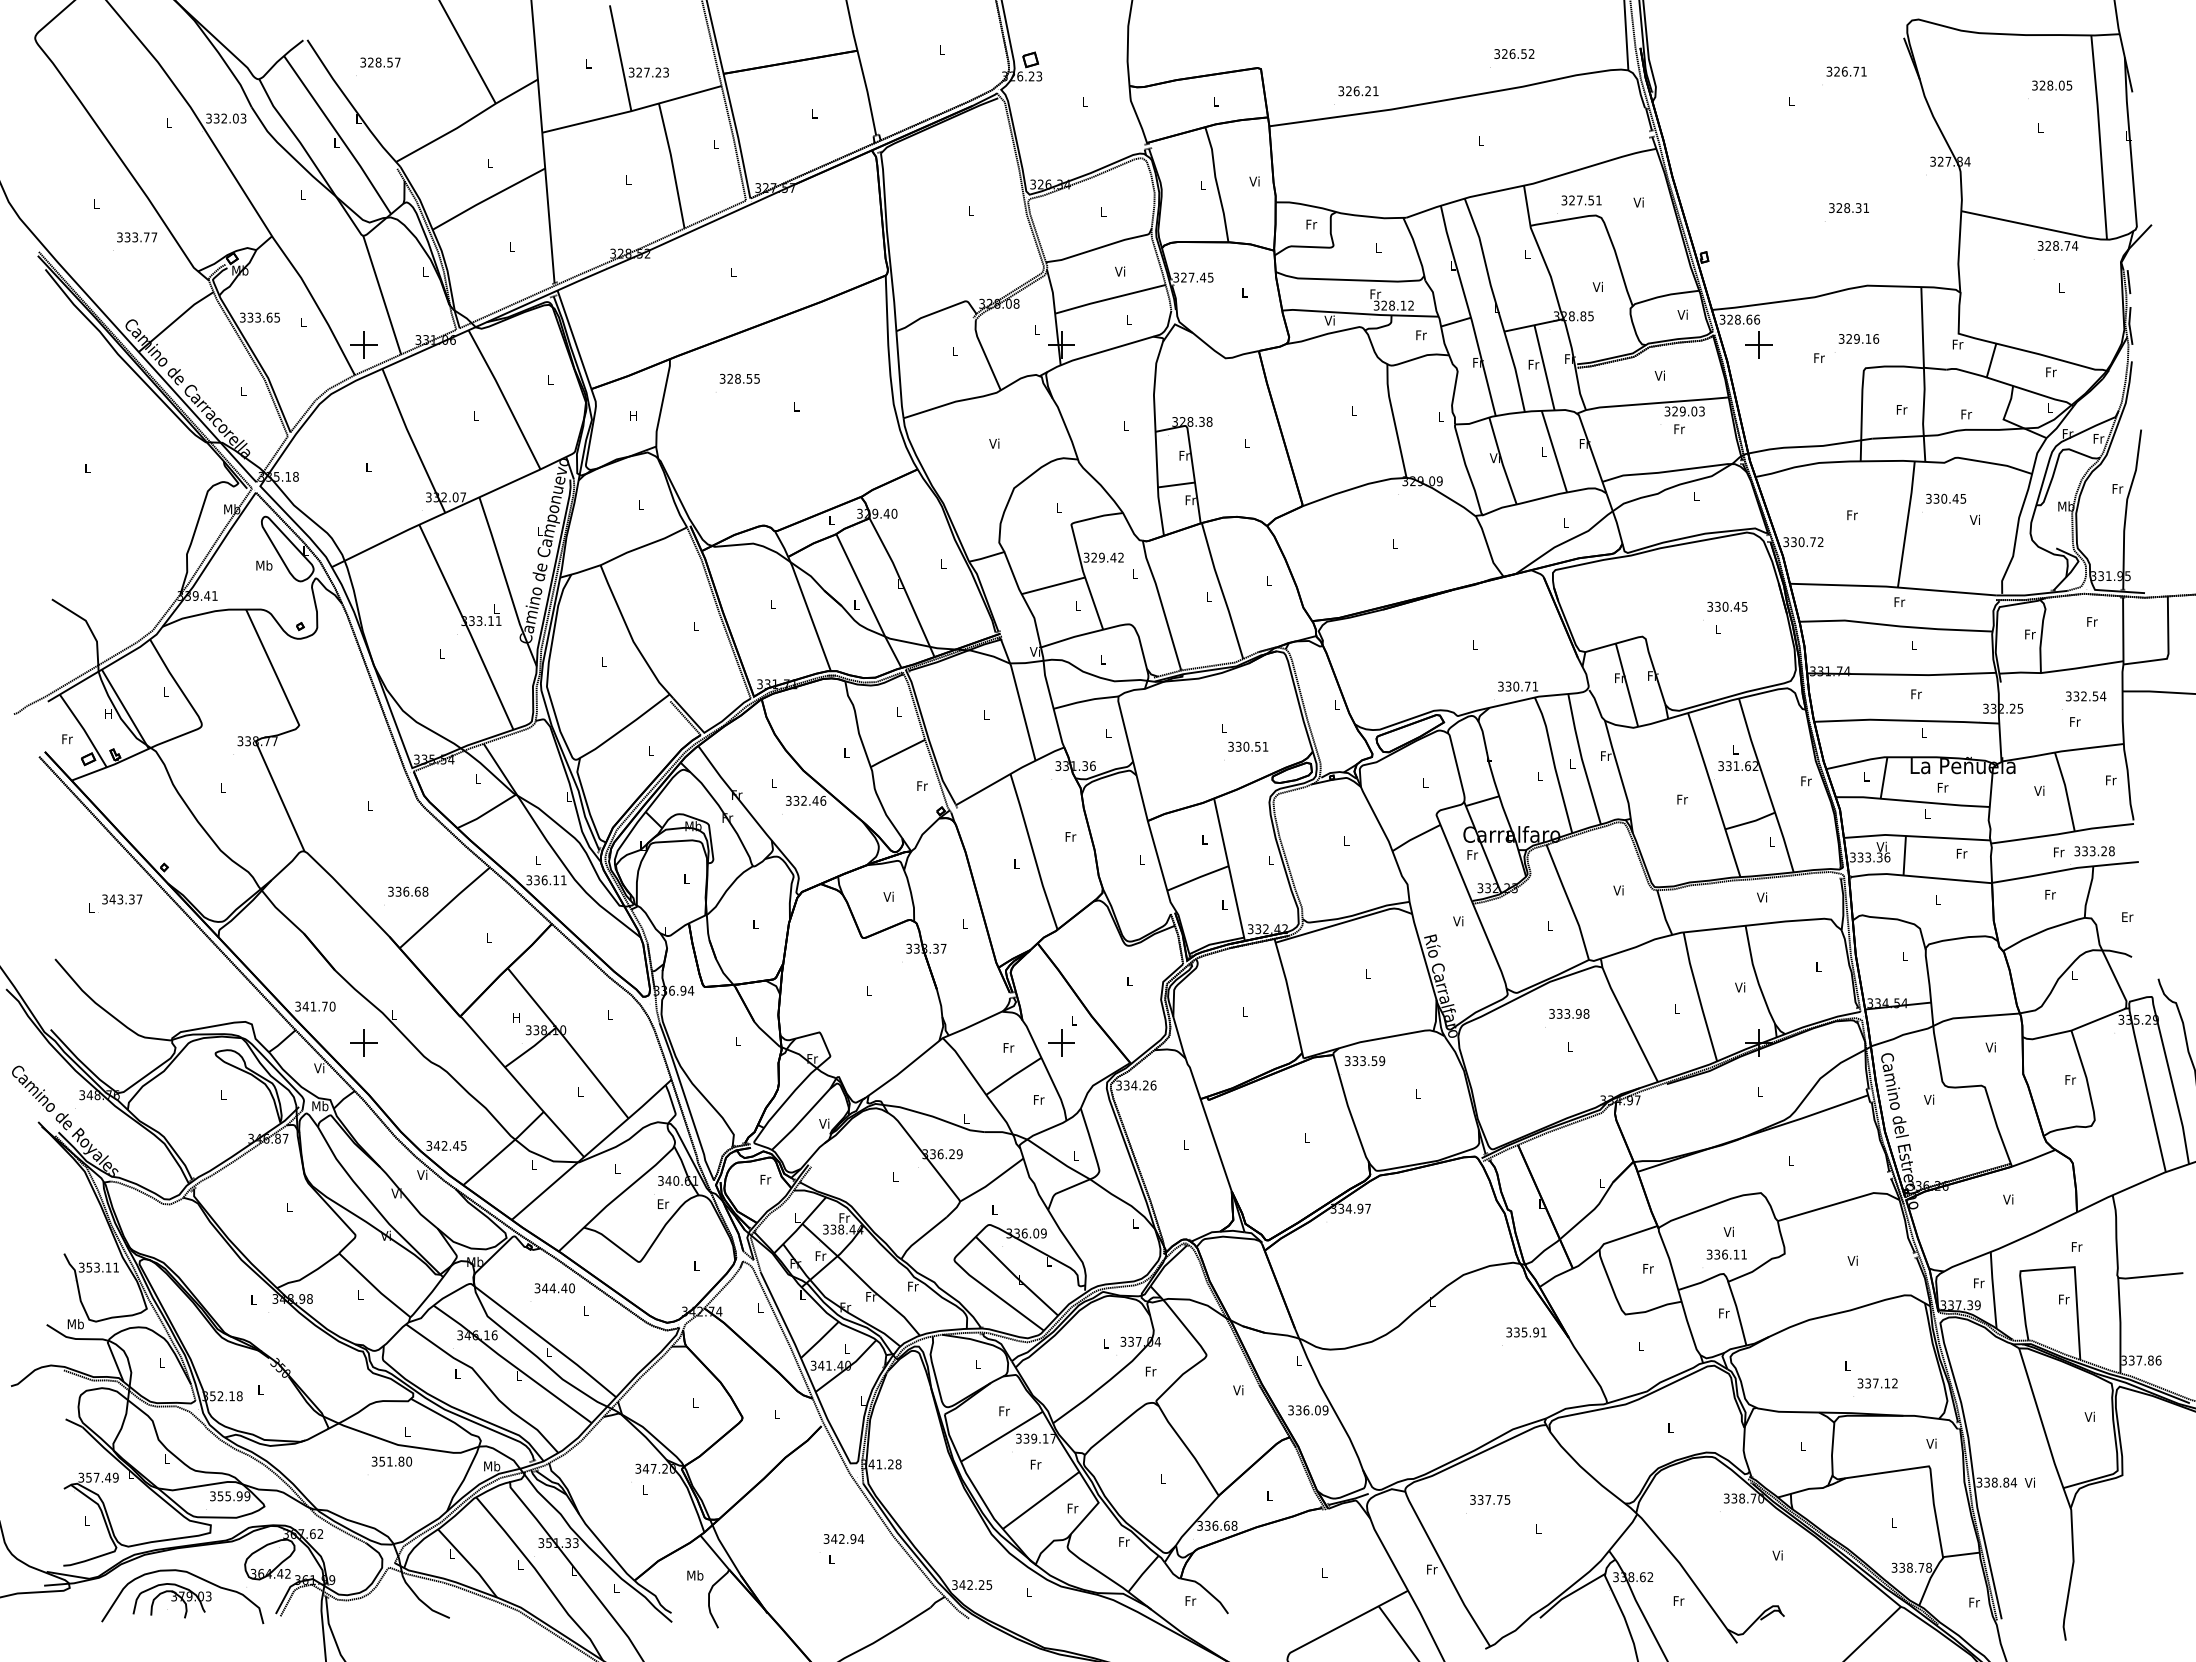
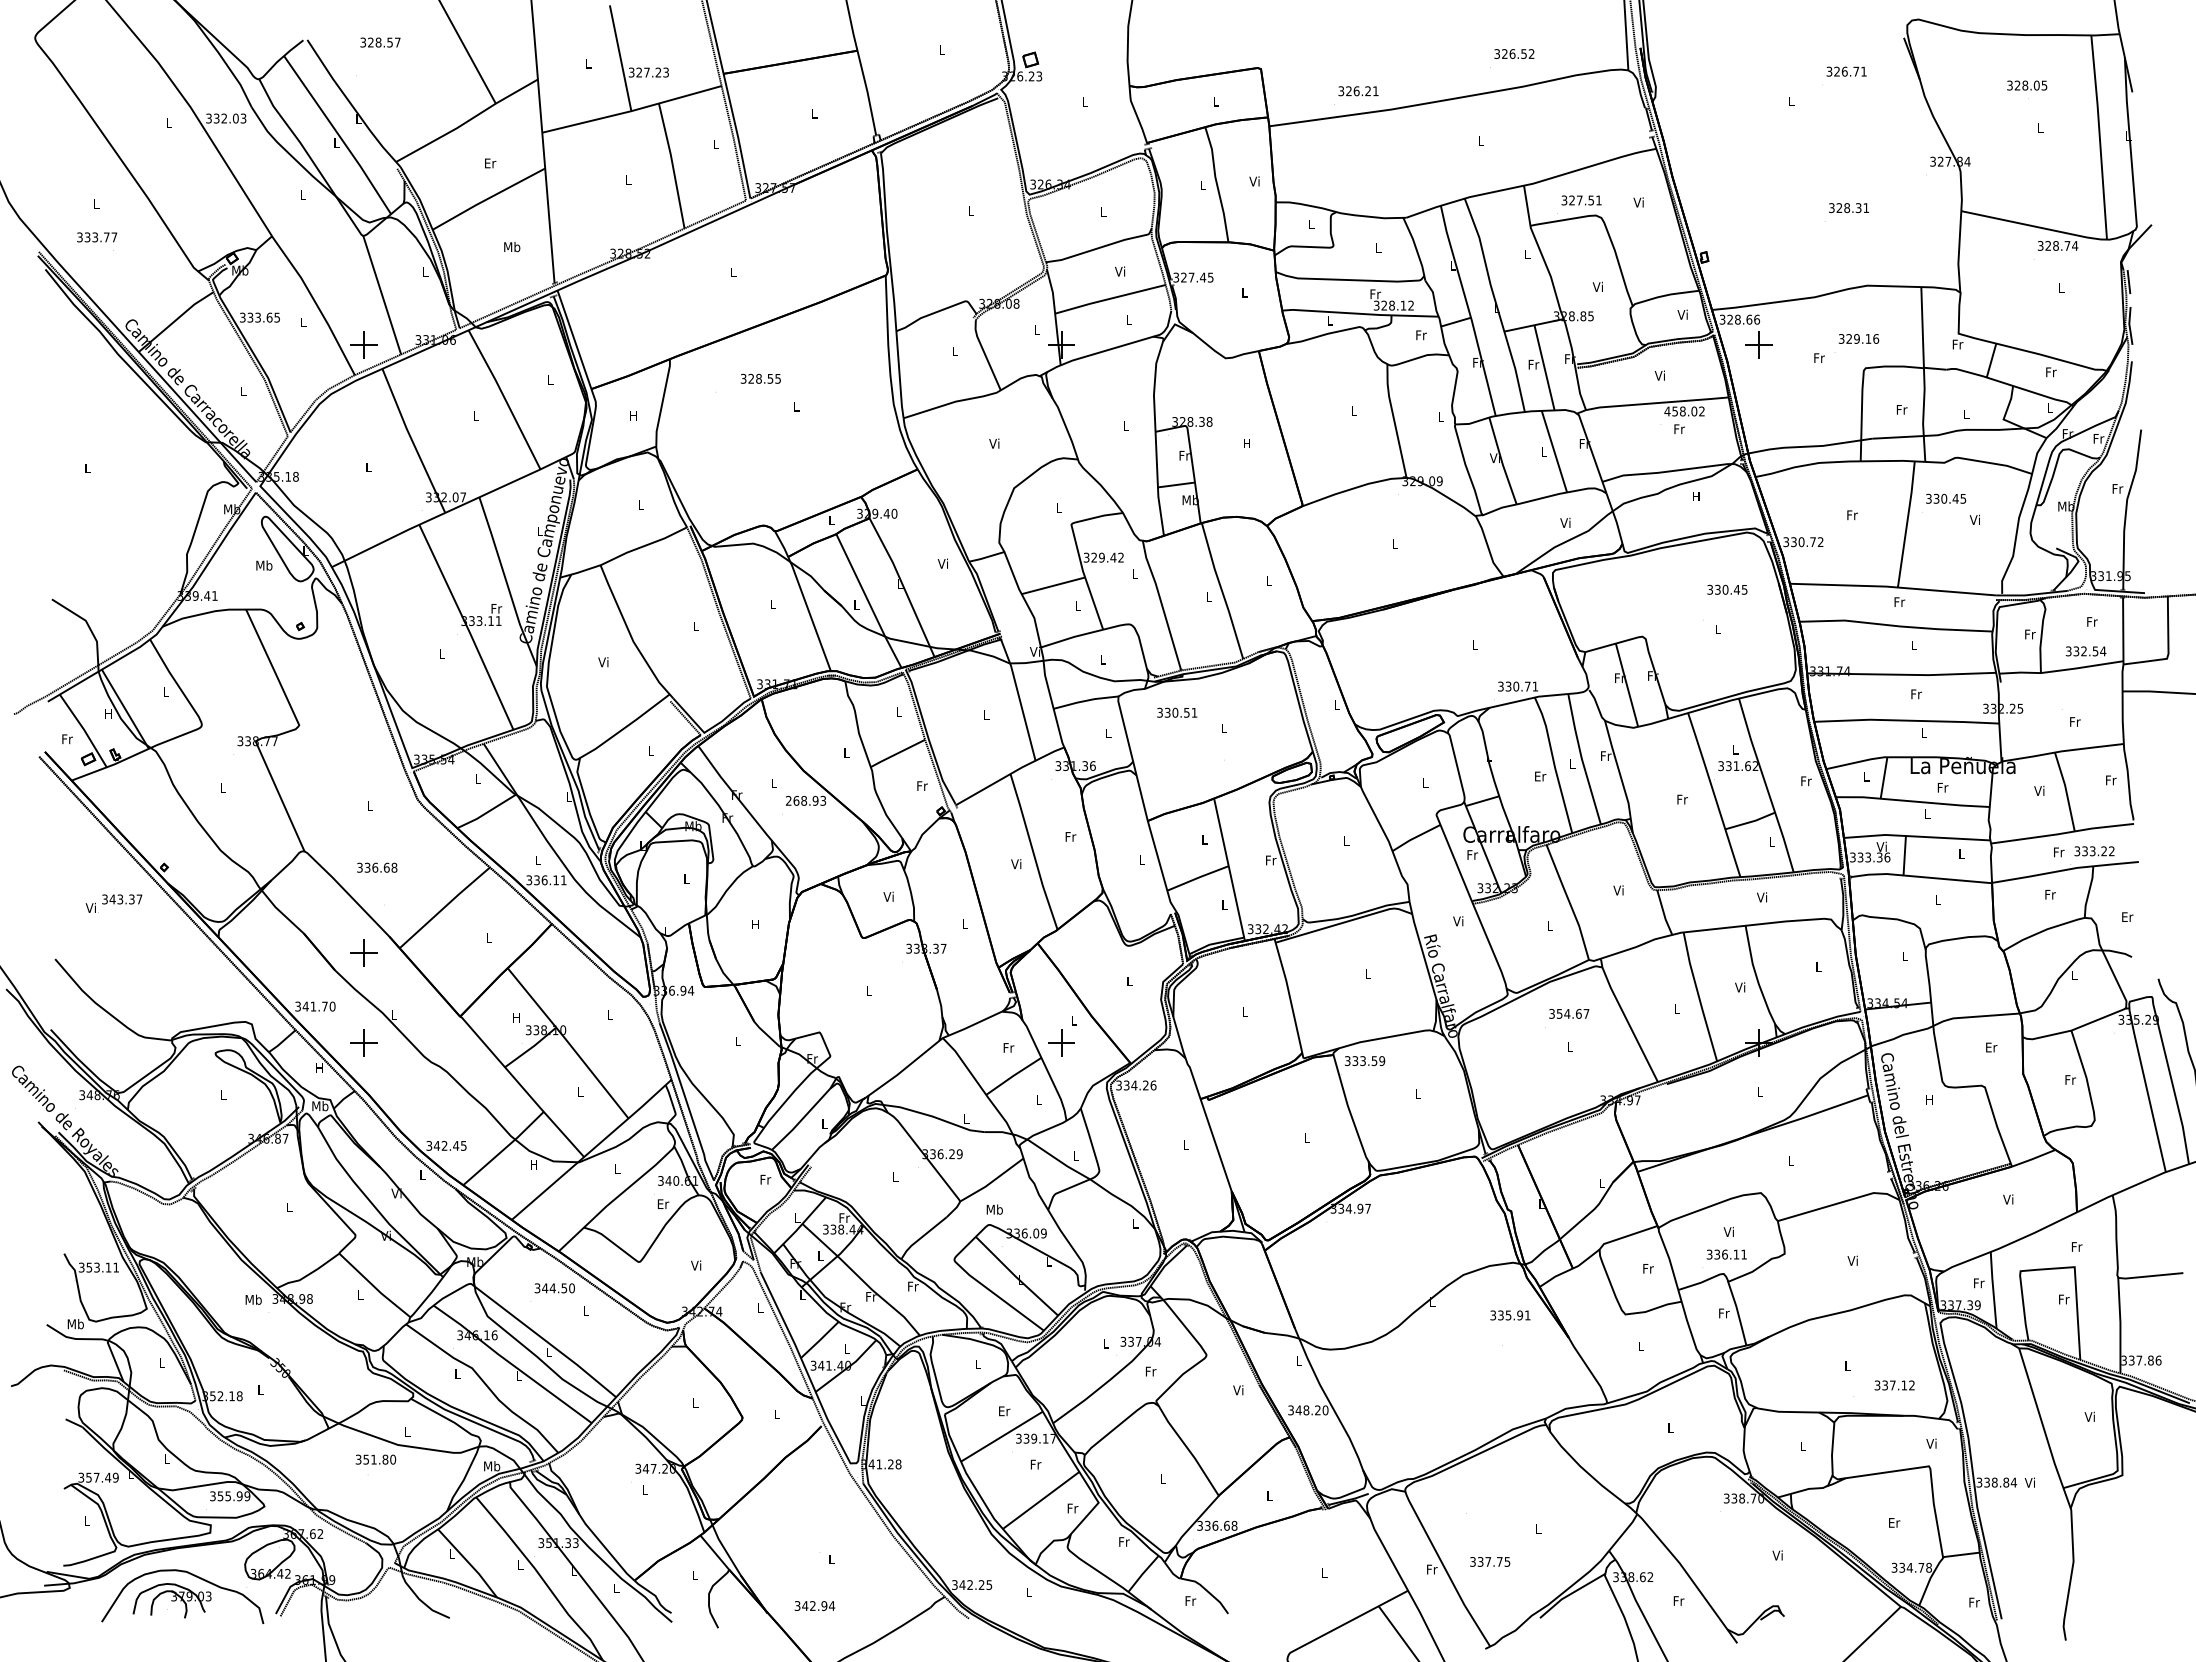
text at (380, 62) position: (380, 62) -> (380, 42)
text at (2052, 85) position: (2052, 85) -> (2027, 85)
text at (490, 163): L -> Er
text at (1311, 224): Fr -> L
text at (137, 237) position: (137, 237) -> (97, 237)
text at (512, 247): L -> Mb
text at (1329, 320): Vi -> L
text at (739, 378) position: (739, 378) -> (760, 378)
text at (1684, 411): 329.03 -> 458.02
text at (1966, 414): Fr -> L
text at (1246, 443): L -> H
text at (1696, 496): L -> H
text at (1190, 500): Fr -> Mb
text at (1565, 522): L -> Vi
text at (942, 563): L -> Vi
text at (1727, 606) position: (1727, 606) -> (1727, 589)
text at (496, 608): L -> Fr
text at (603, 662): L -> Vi
text at (2086, 696) position: (2086, 696) -> (2086, 651)
text at (1248, 746) position: (1248, 746) -> (1177, 712)
text at (1540, 776): L -> Er
text at (806, 800): 332.46 -> 268.93
text at (2111, 851): 333.28 -> 333.22
text at (1961, 853): Fr -> L
text at (1271, 860): L -> Fr
text at (1016, 864): L -> Vi
text at (408, 891) position: (408, 891) -> (377, 867)
text at (90, 907): L -> Vi
text at (755, 924): L -> H
part at (363, 952): none -> present
text at (1573, 1013): 333.98 -> 354.67
text at (1991, 1047): Vi -> Er
text at (319, 1068): Vi -> H
text at (1039, 1099): Fr -> L
text at (1929, 1099): Vi -> H
text at (824, 1123): Vi -> L
text at (533, 1164): L -> H
text at (422, 1174): Vi -> L
text at (994, 1209): L -> Mb
text at (820, 1255): Fr -> L
text at (696, 1265): L -> Vi
text at (564, 1288): 344.40 -> 344.50
text at (253, 1299): L -> Mb
text at (1526, 1332) position: (1526, 1332) -> (1510, 1315)
text at (1877, 1383) position: (1877, 1383) -> (1894, 1385)
text at (1311, 1410): 336.09 -> 348.20
text at (1004, 1411): Fr -> Er
text at (391, 1461) position: (391, 1461) -> (375, 1459)
text at (1490, 1499) position: (1490, 1499) -> (1490, 1561)
text at (1894, 1522): L -> Er
text at (843, 1538) position: (843, 1538) -> (814, 1605)
text at (1909, 1567): 338.78 -> 334.78
text at (695, 1575): Mb -> L
